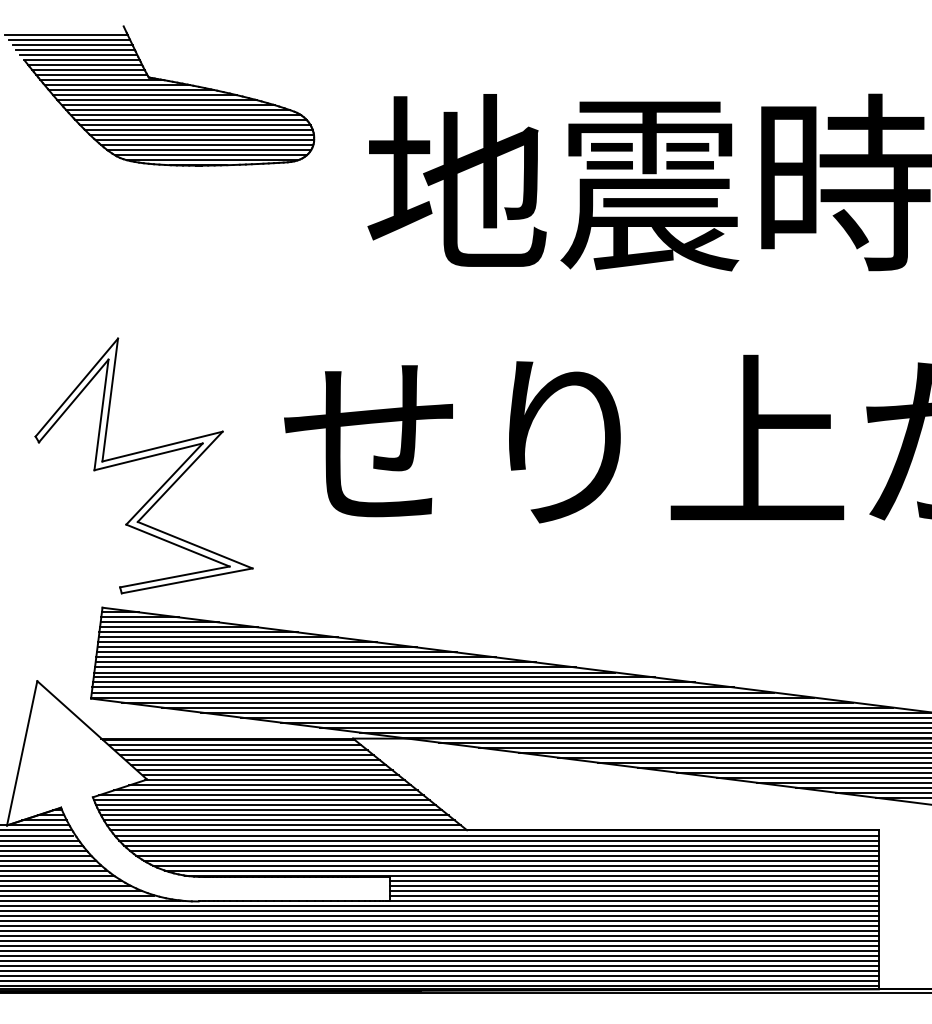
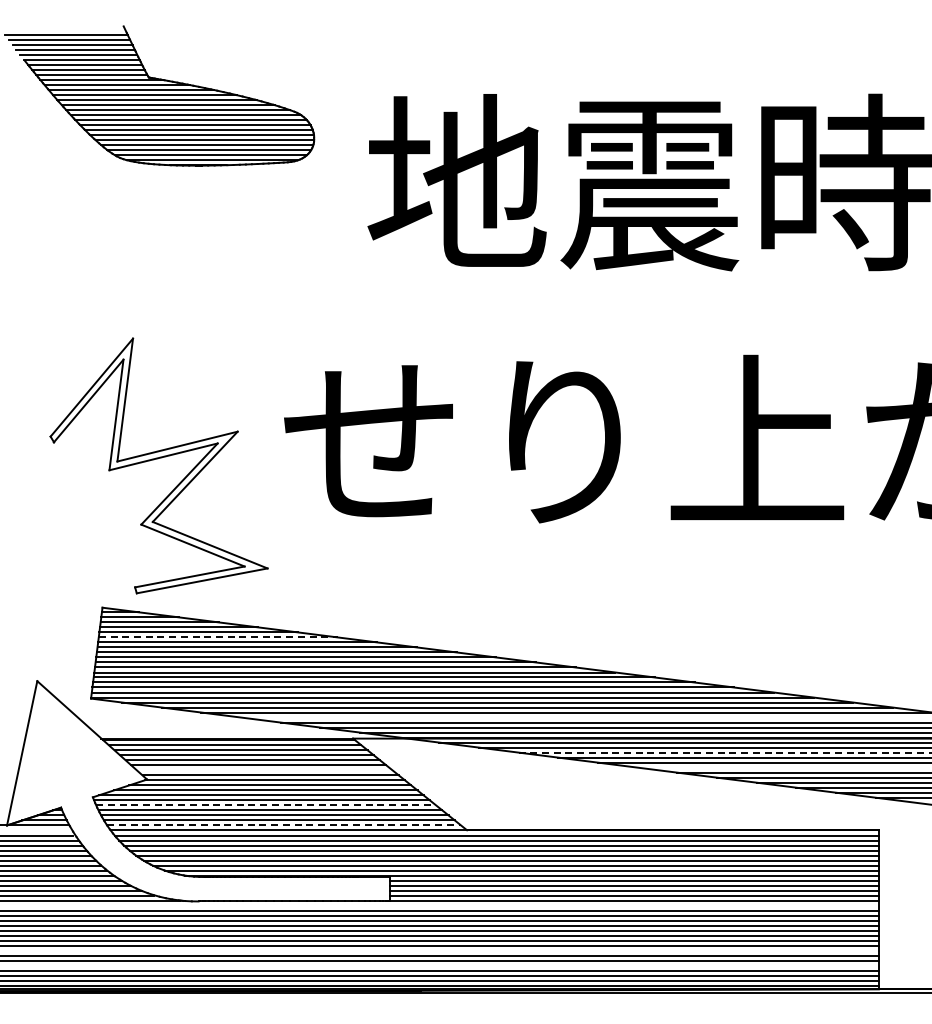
part at (142, 459) position: (142, 459) -> (157, 459)
line at (218, 637): solid -> dashed
line at (584, 717): present -> none
line at (725, 752): solid -> dashed
line at (782, 767): present -> none
line at (264, 770): present -> none
line at (266, 805): solid -> dashed
line at (284, 825): solid -> dashed
line at (36, 830): present -> none
line at (440, 905): present -> none
line at (440, 950): present -> none
line at (440, 965): present -> none
